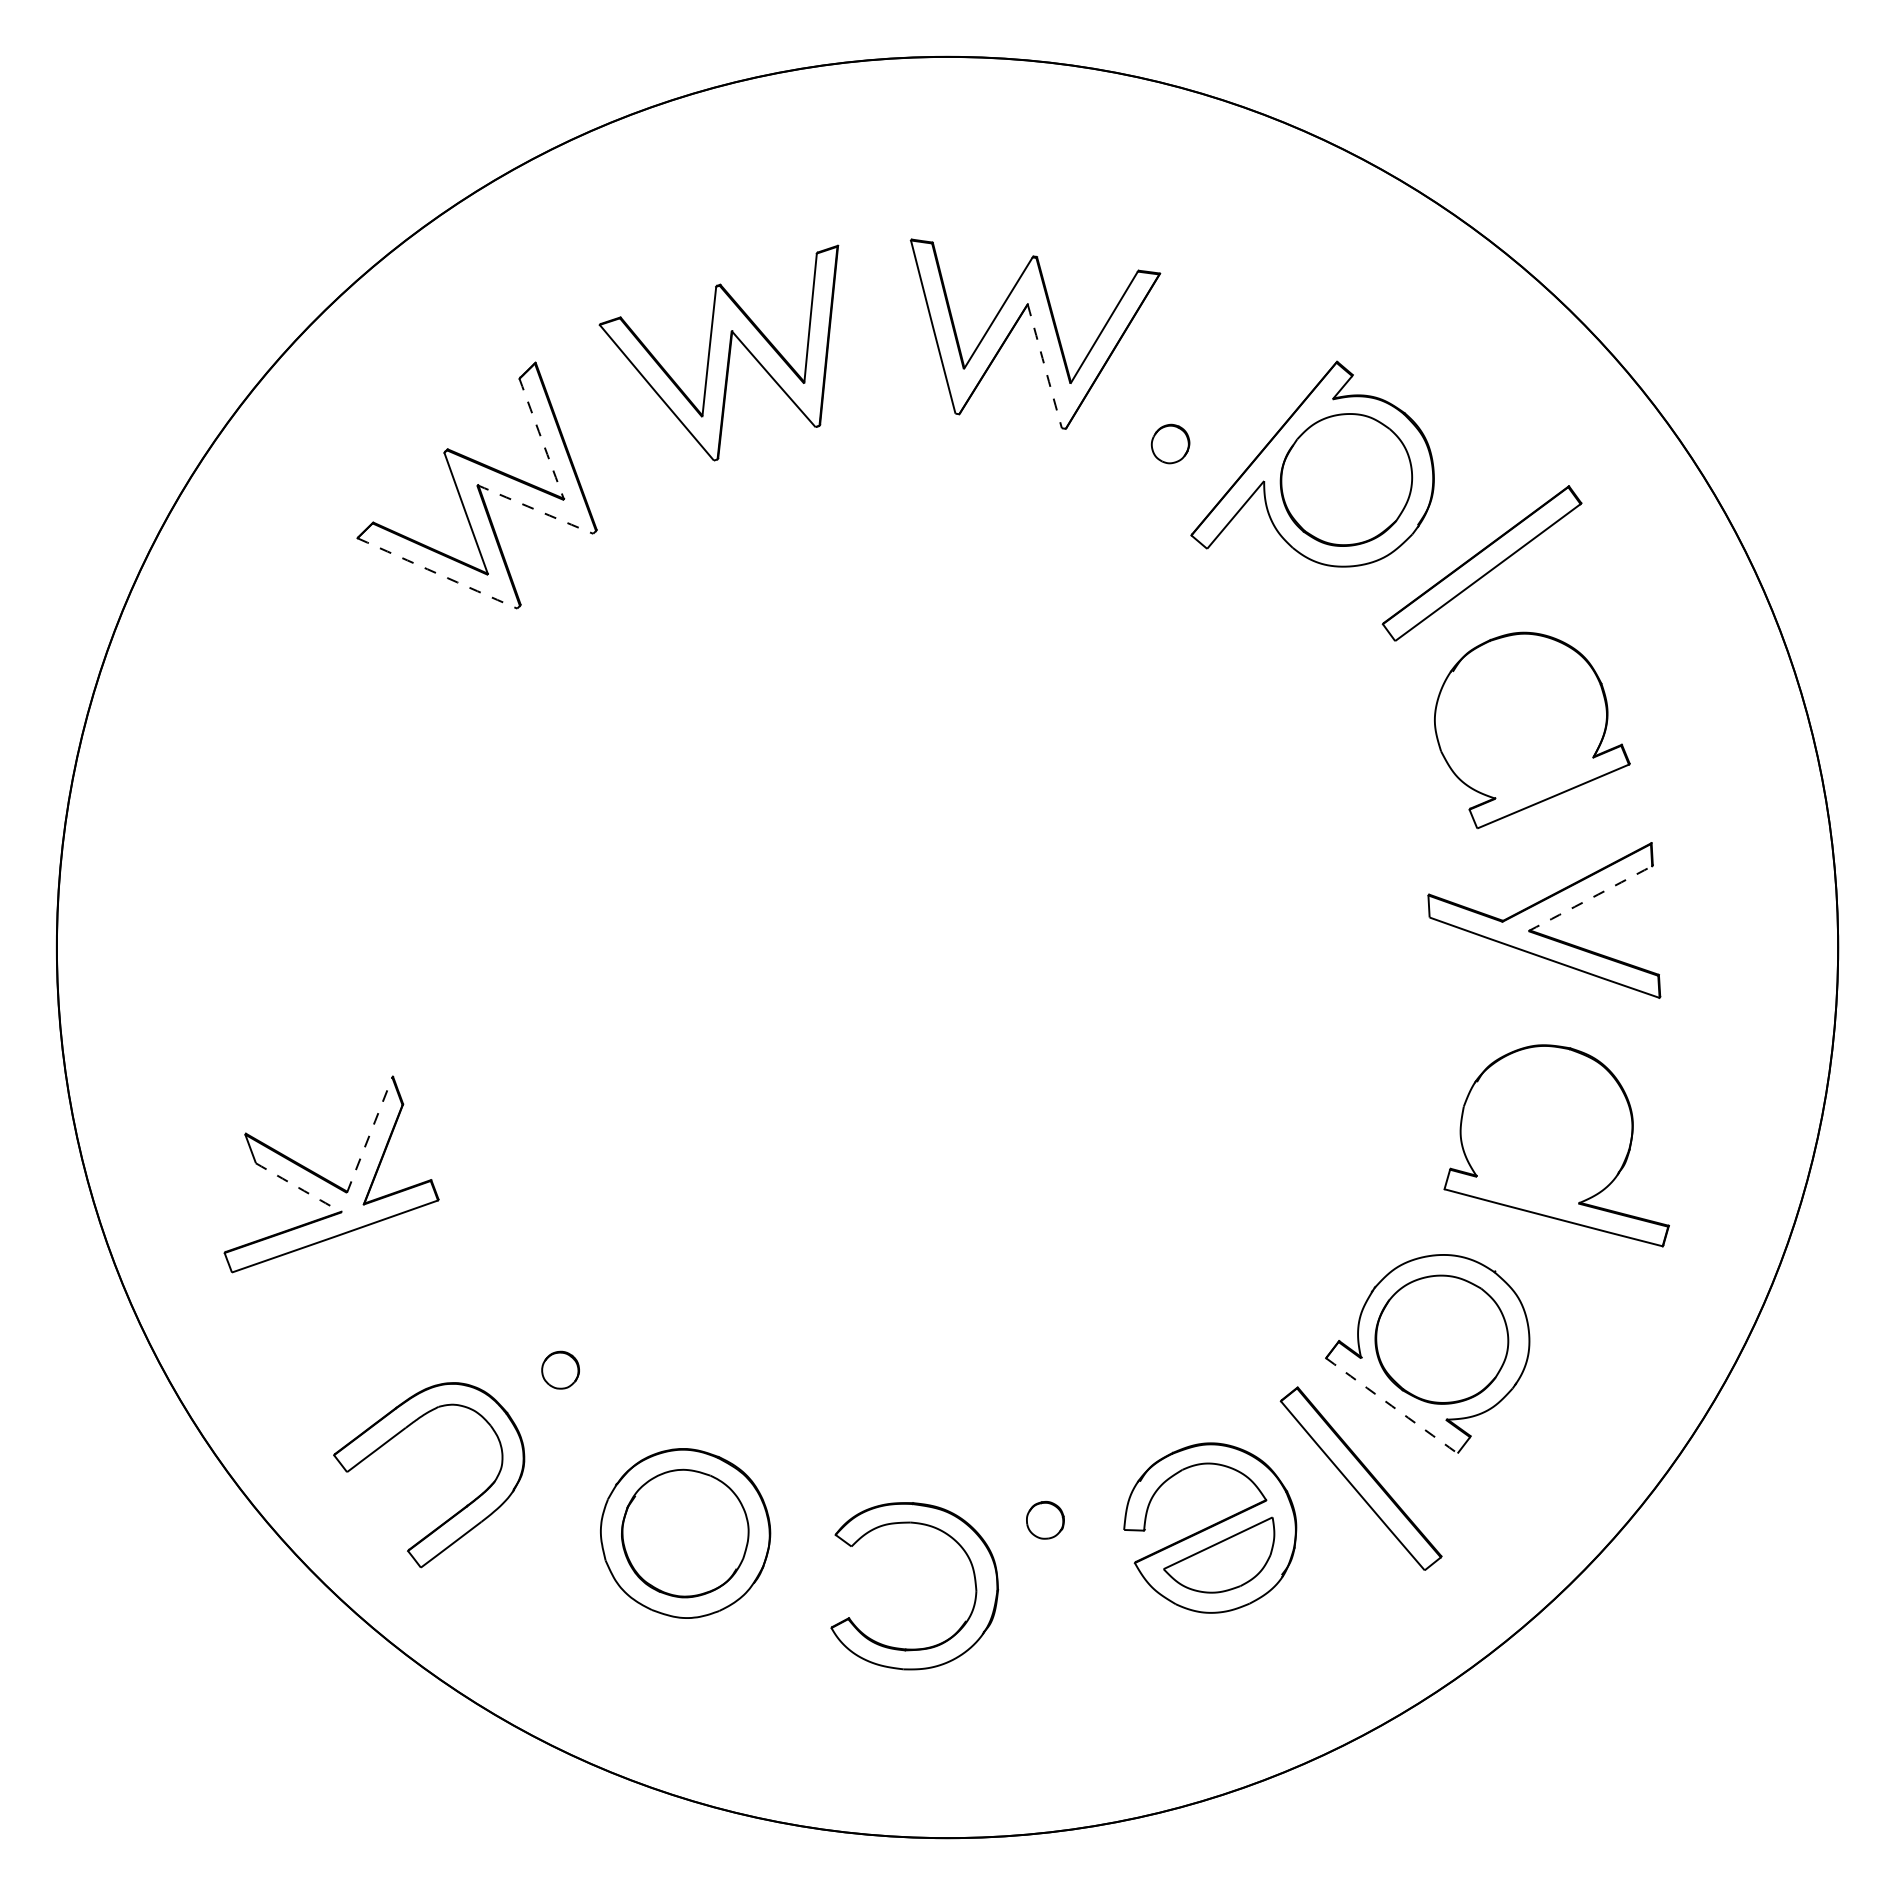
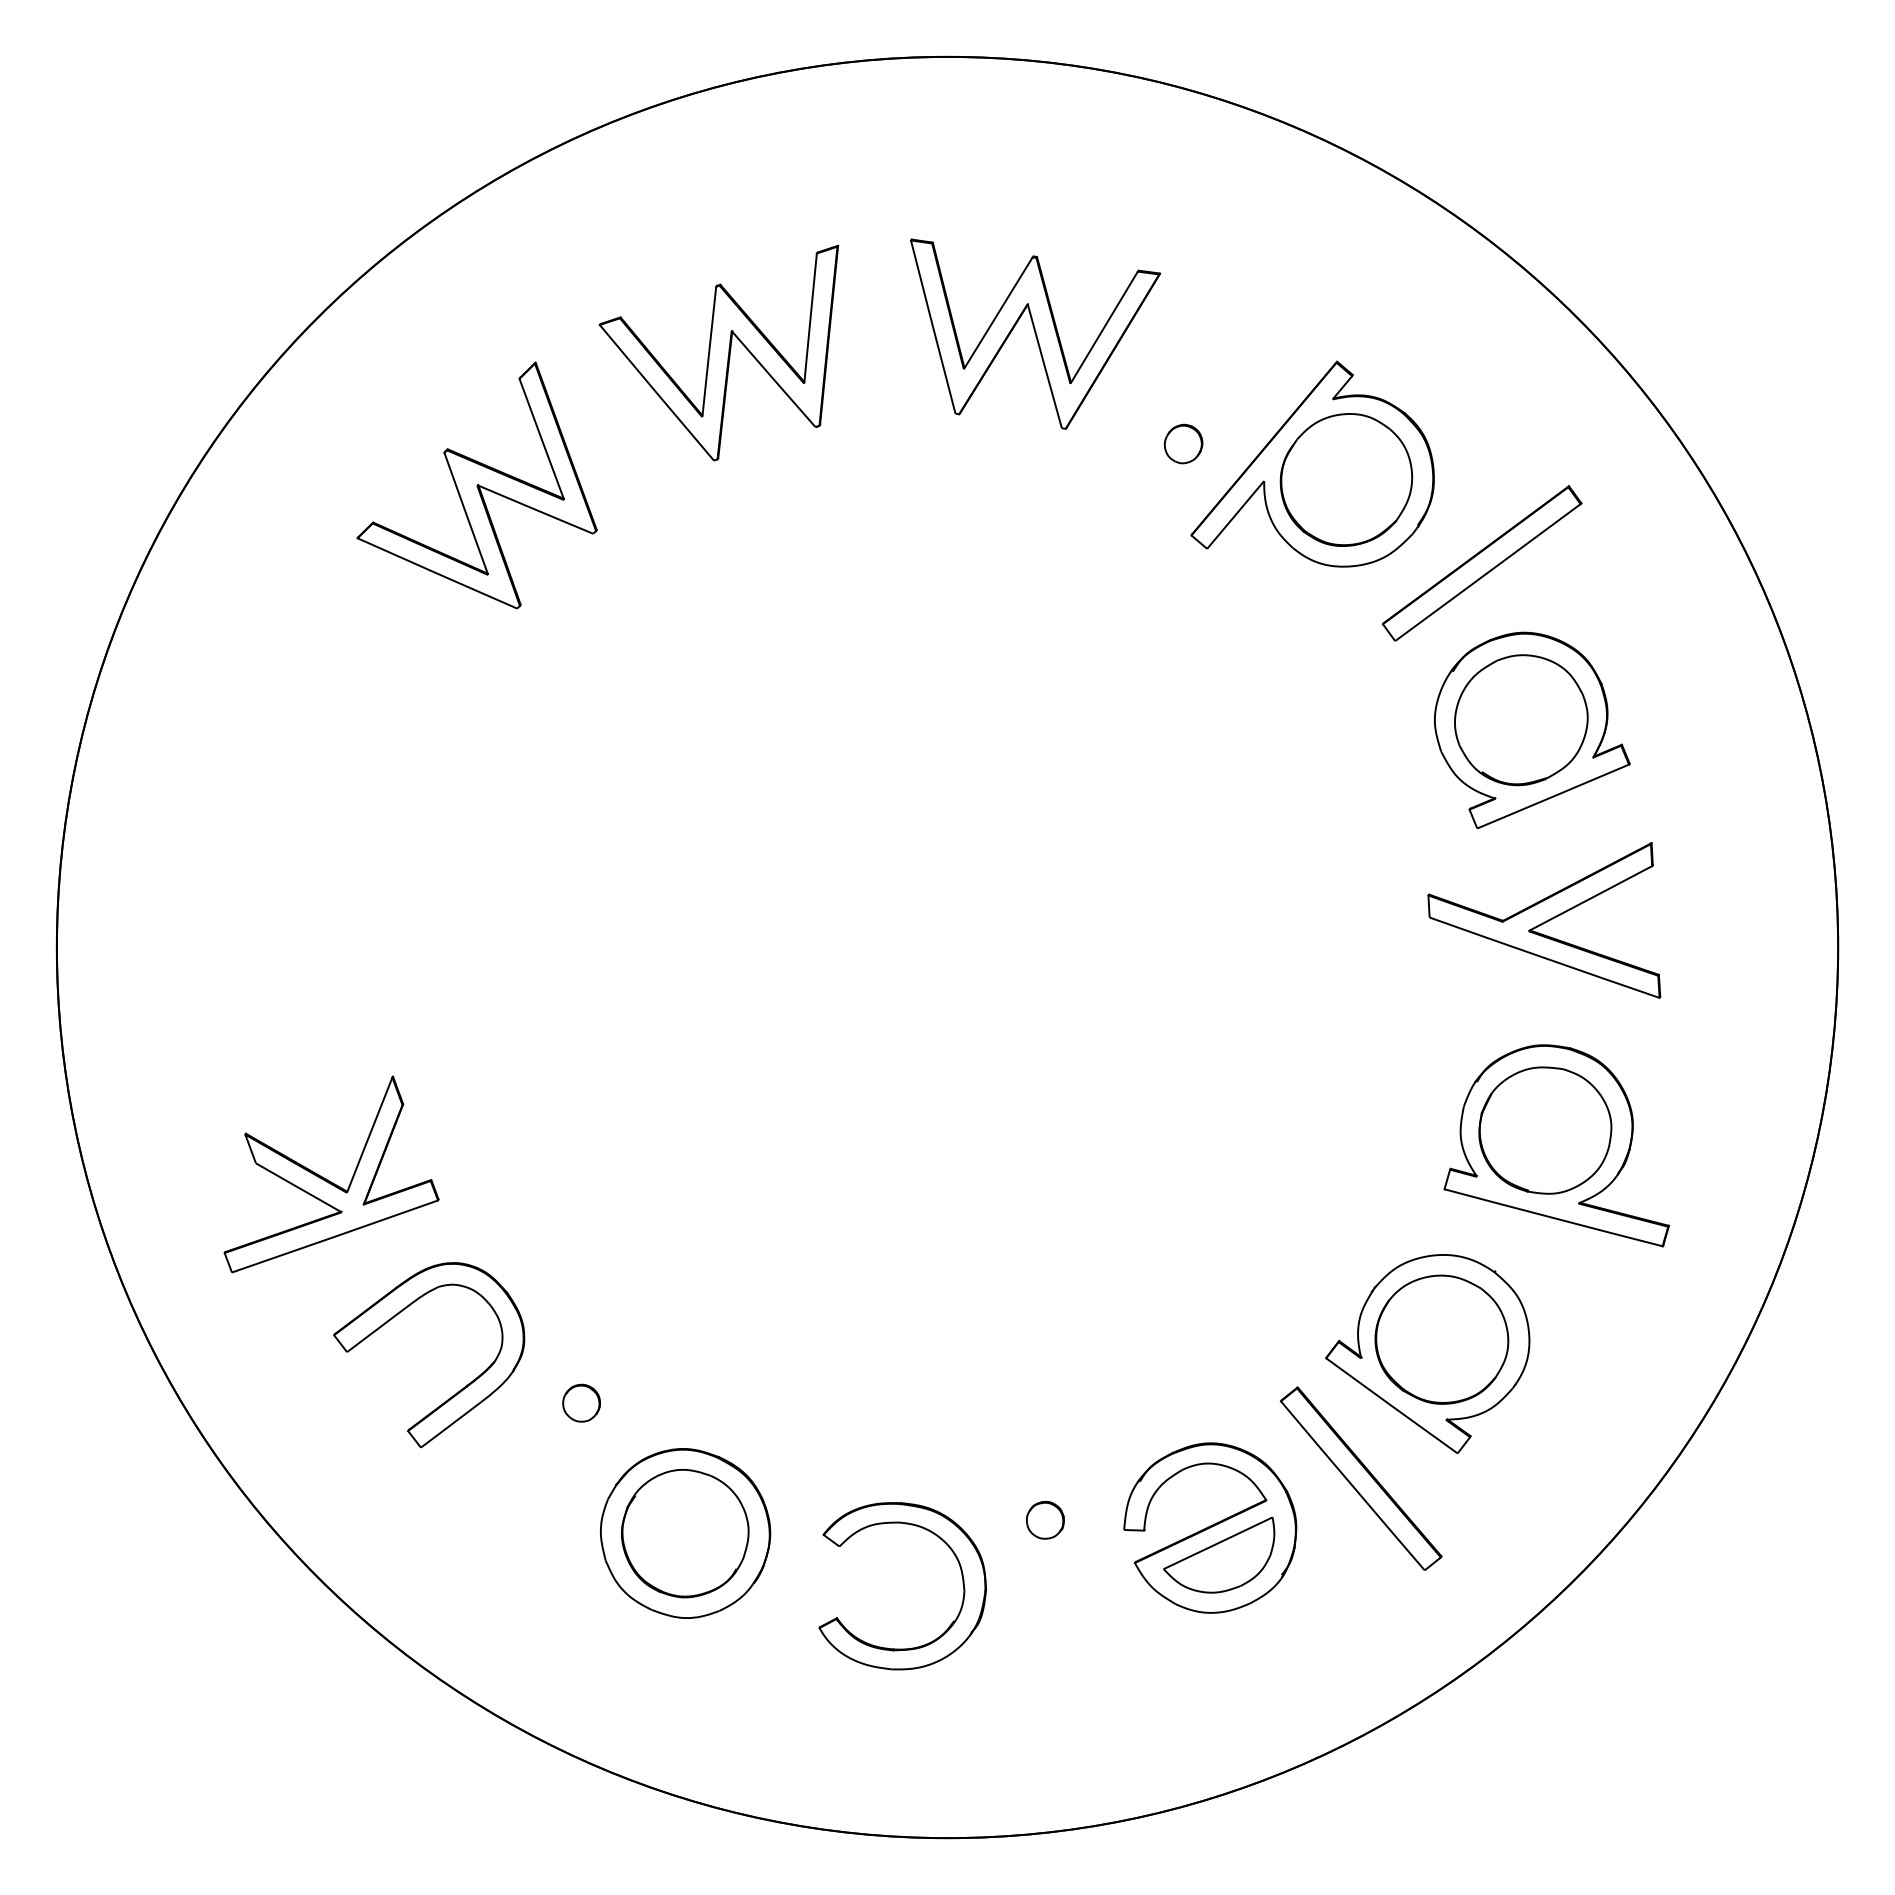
arc at (1044, 366): dashed -> solid
arc at (541, 439): dashed -> solid
part at (1170, 443) position: (1170, 443) -> (1183, 443)
arc at (535, 509): dashed -> solid
arc at (437, 573): dashed -> solid
part at (1521, 720): none -> present
arc at (1590, 898): dashed -> solid
part at (1545, 1130): none -> present
line at (369, 1134): dashed -> solid
arc at (298, 1187): dashed -> solid
part at (560, 1369) position: (560, 1369) -> (581, 1402)
arc at (1391, 1405): dashed -> solid
part at (456, 1512) position: (456, 1512) -> (456, 1392)
part at (973, 1576) position: (973, 1576) -> (961, 1576)
